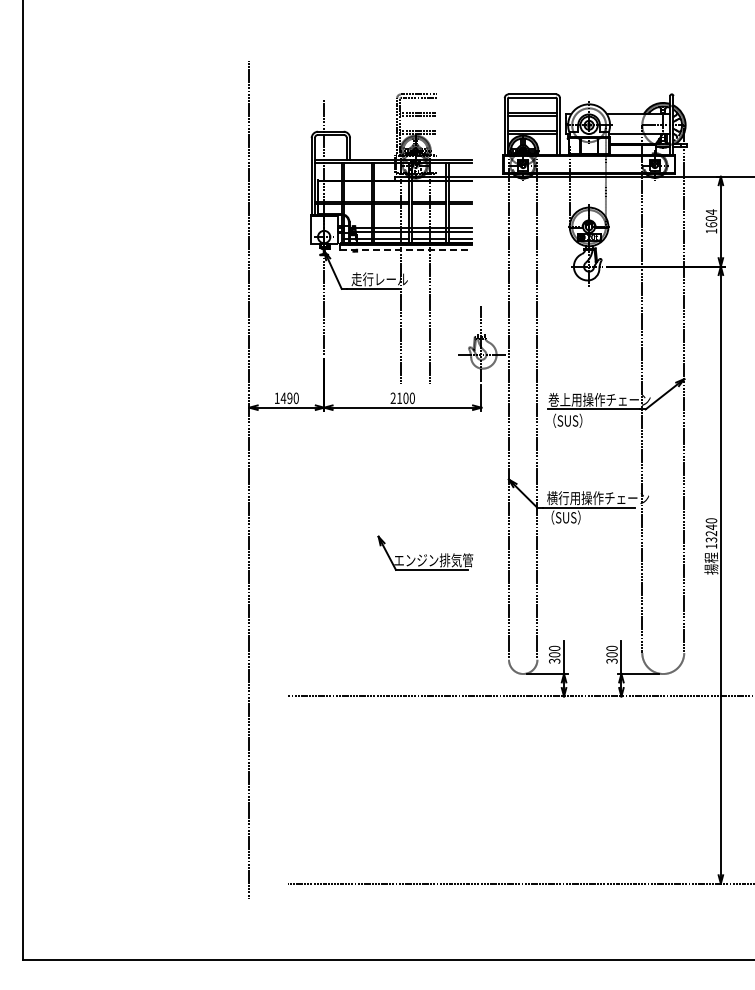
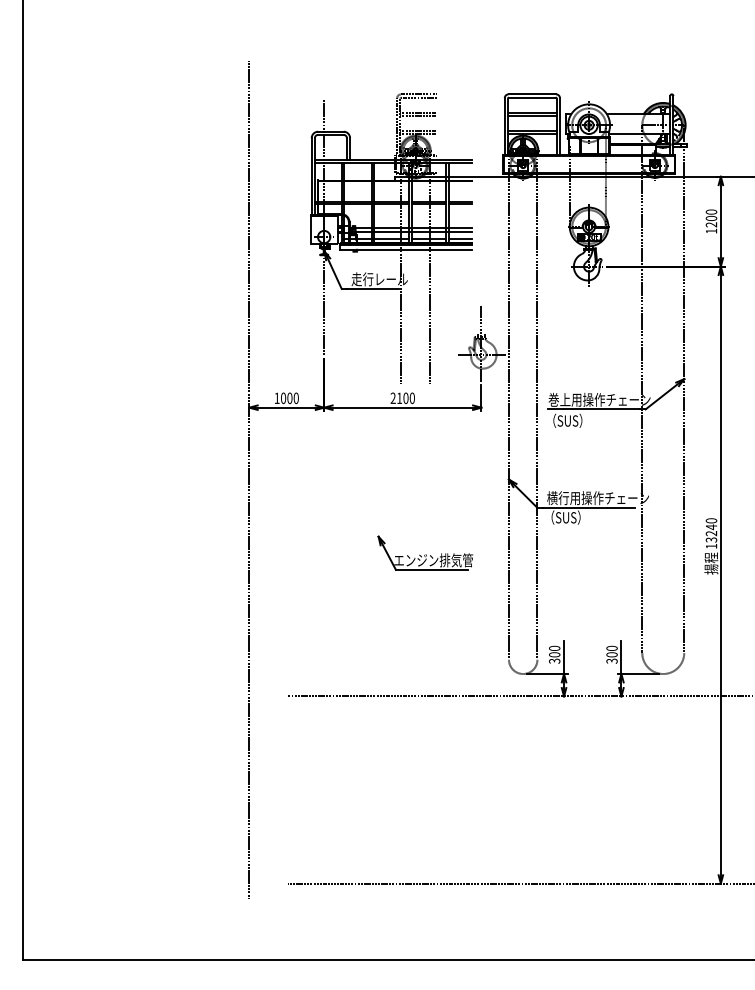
text at (711, 218): 1604 -> 1200
line at (405, 249): dashed -> solid
text at (286, 398): 1490 -> 1000
